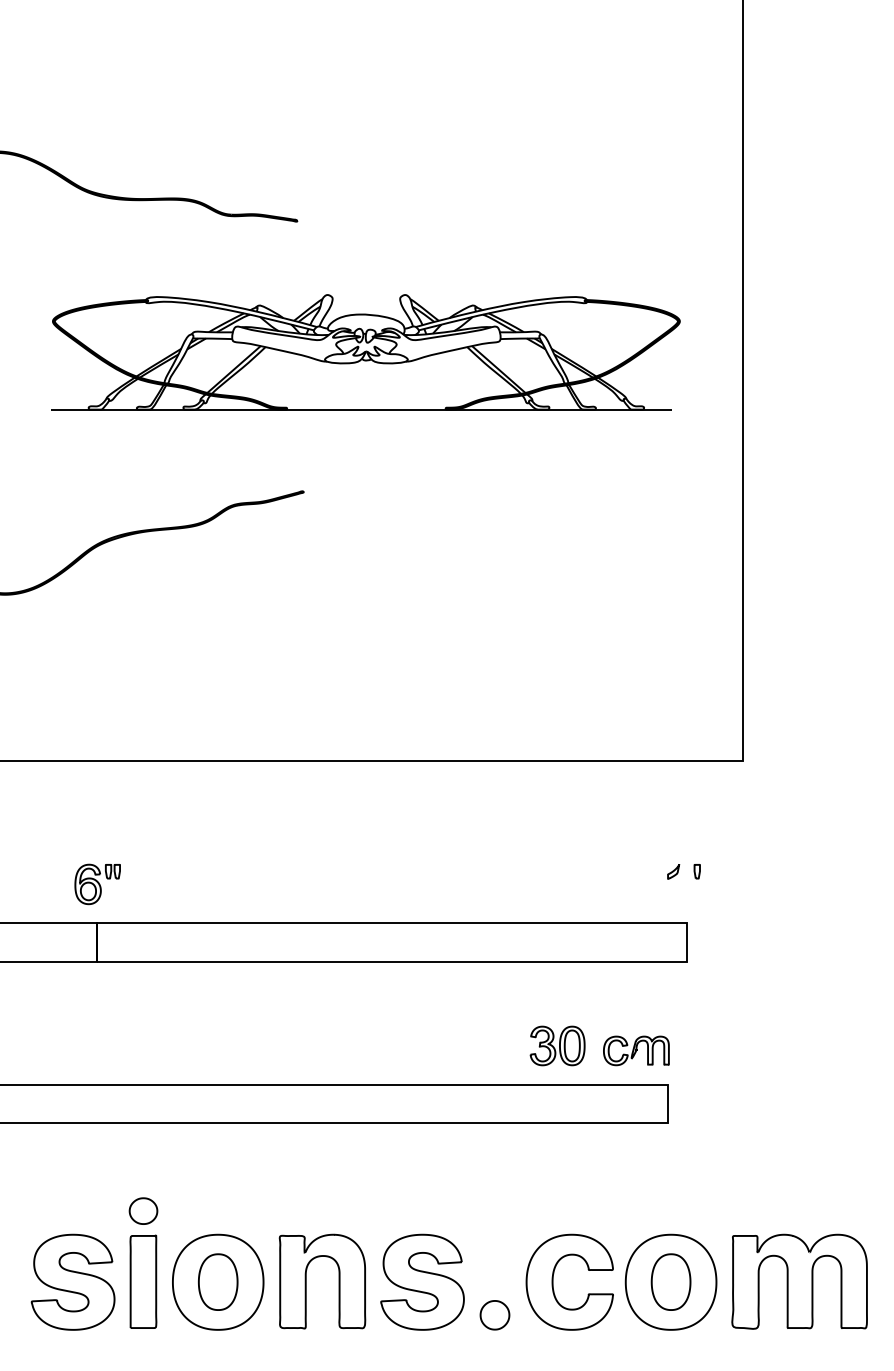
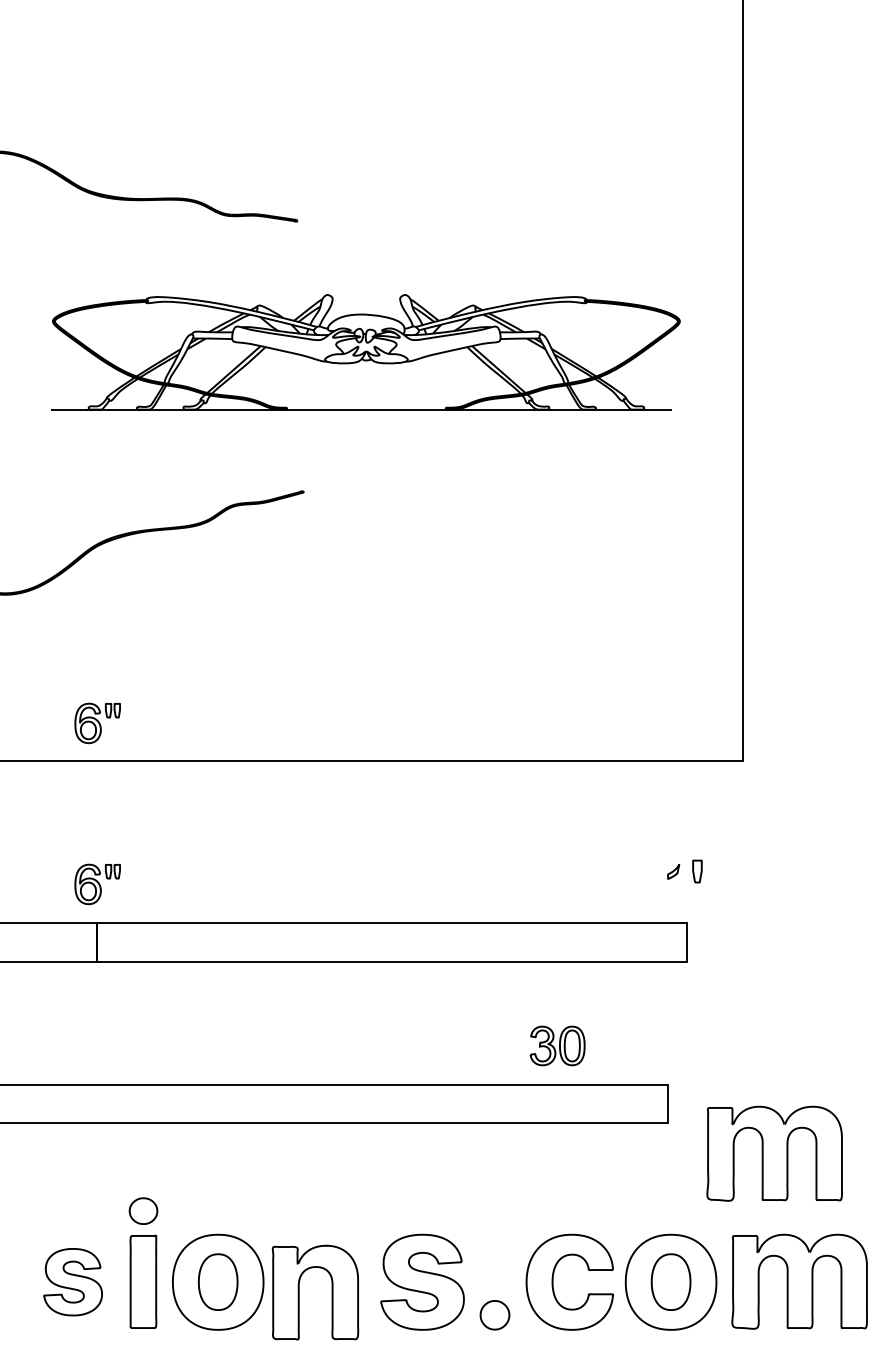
part at (97, 723): none -> present
part at (696, 871) size: 8x16 px -> 11x25 px
part at (636, 1050): present -> none
part at (774, 1153): none -> present
part at (72, 1281) size: 86x98 px -> 60x69 px
part at (306, 1281) position: (306, 1281) -> (299, 1292)
